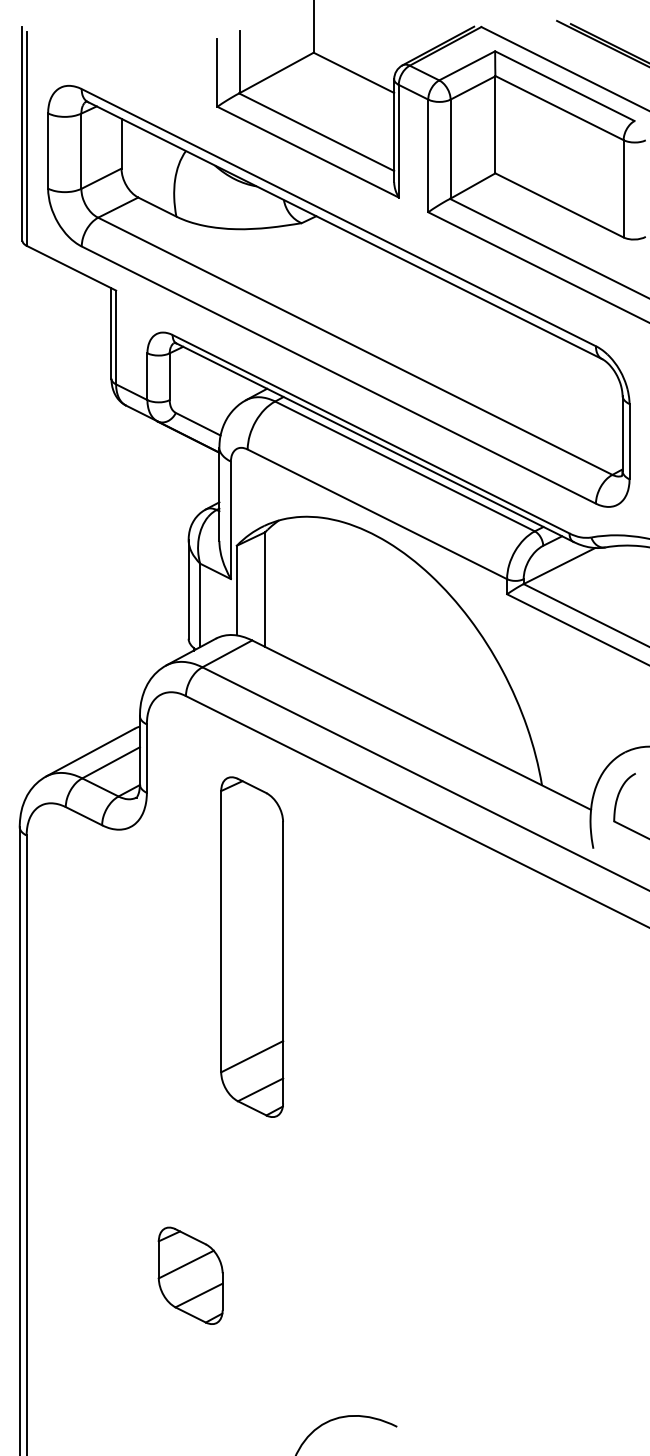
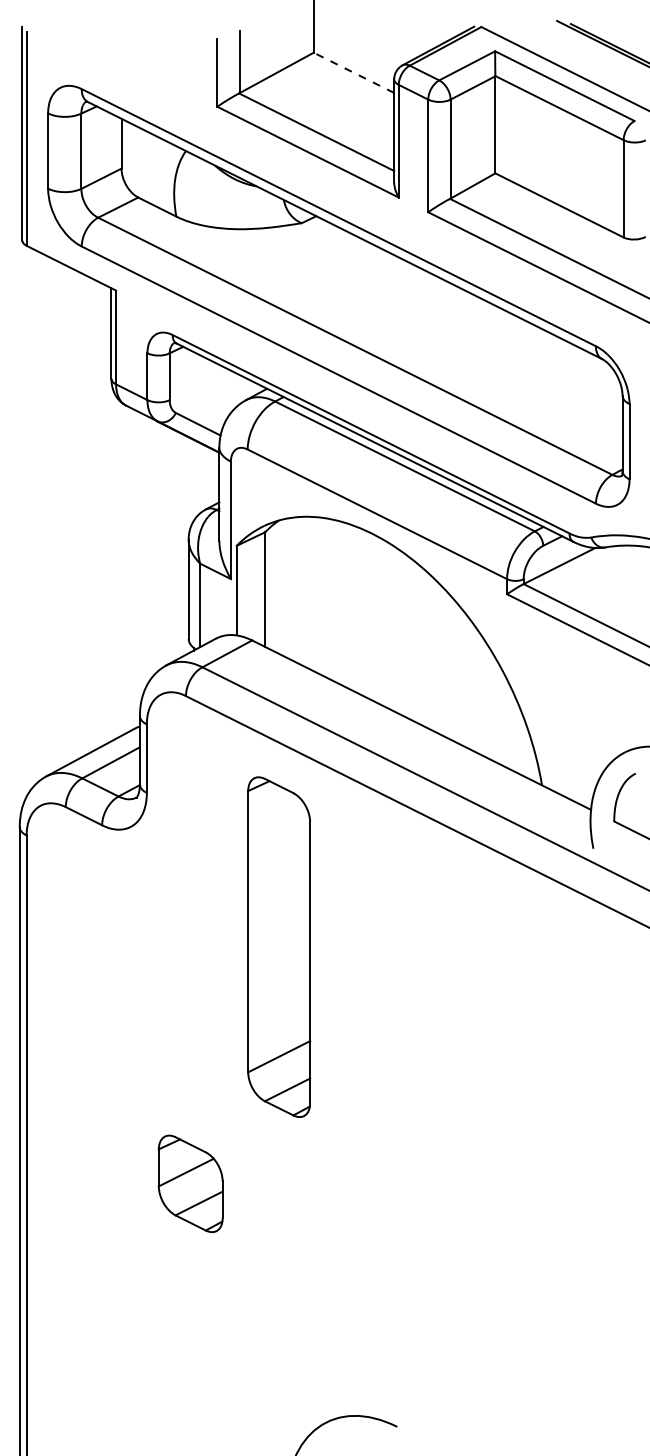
line at (353, 72): solid -> dashed
part at (252, 946) position: (252, 946) -> (279, 946)
part at (190, 1275) position: (190, 1275) -> (190, 1183)
